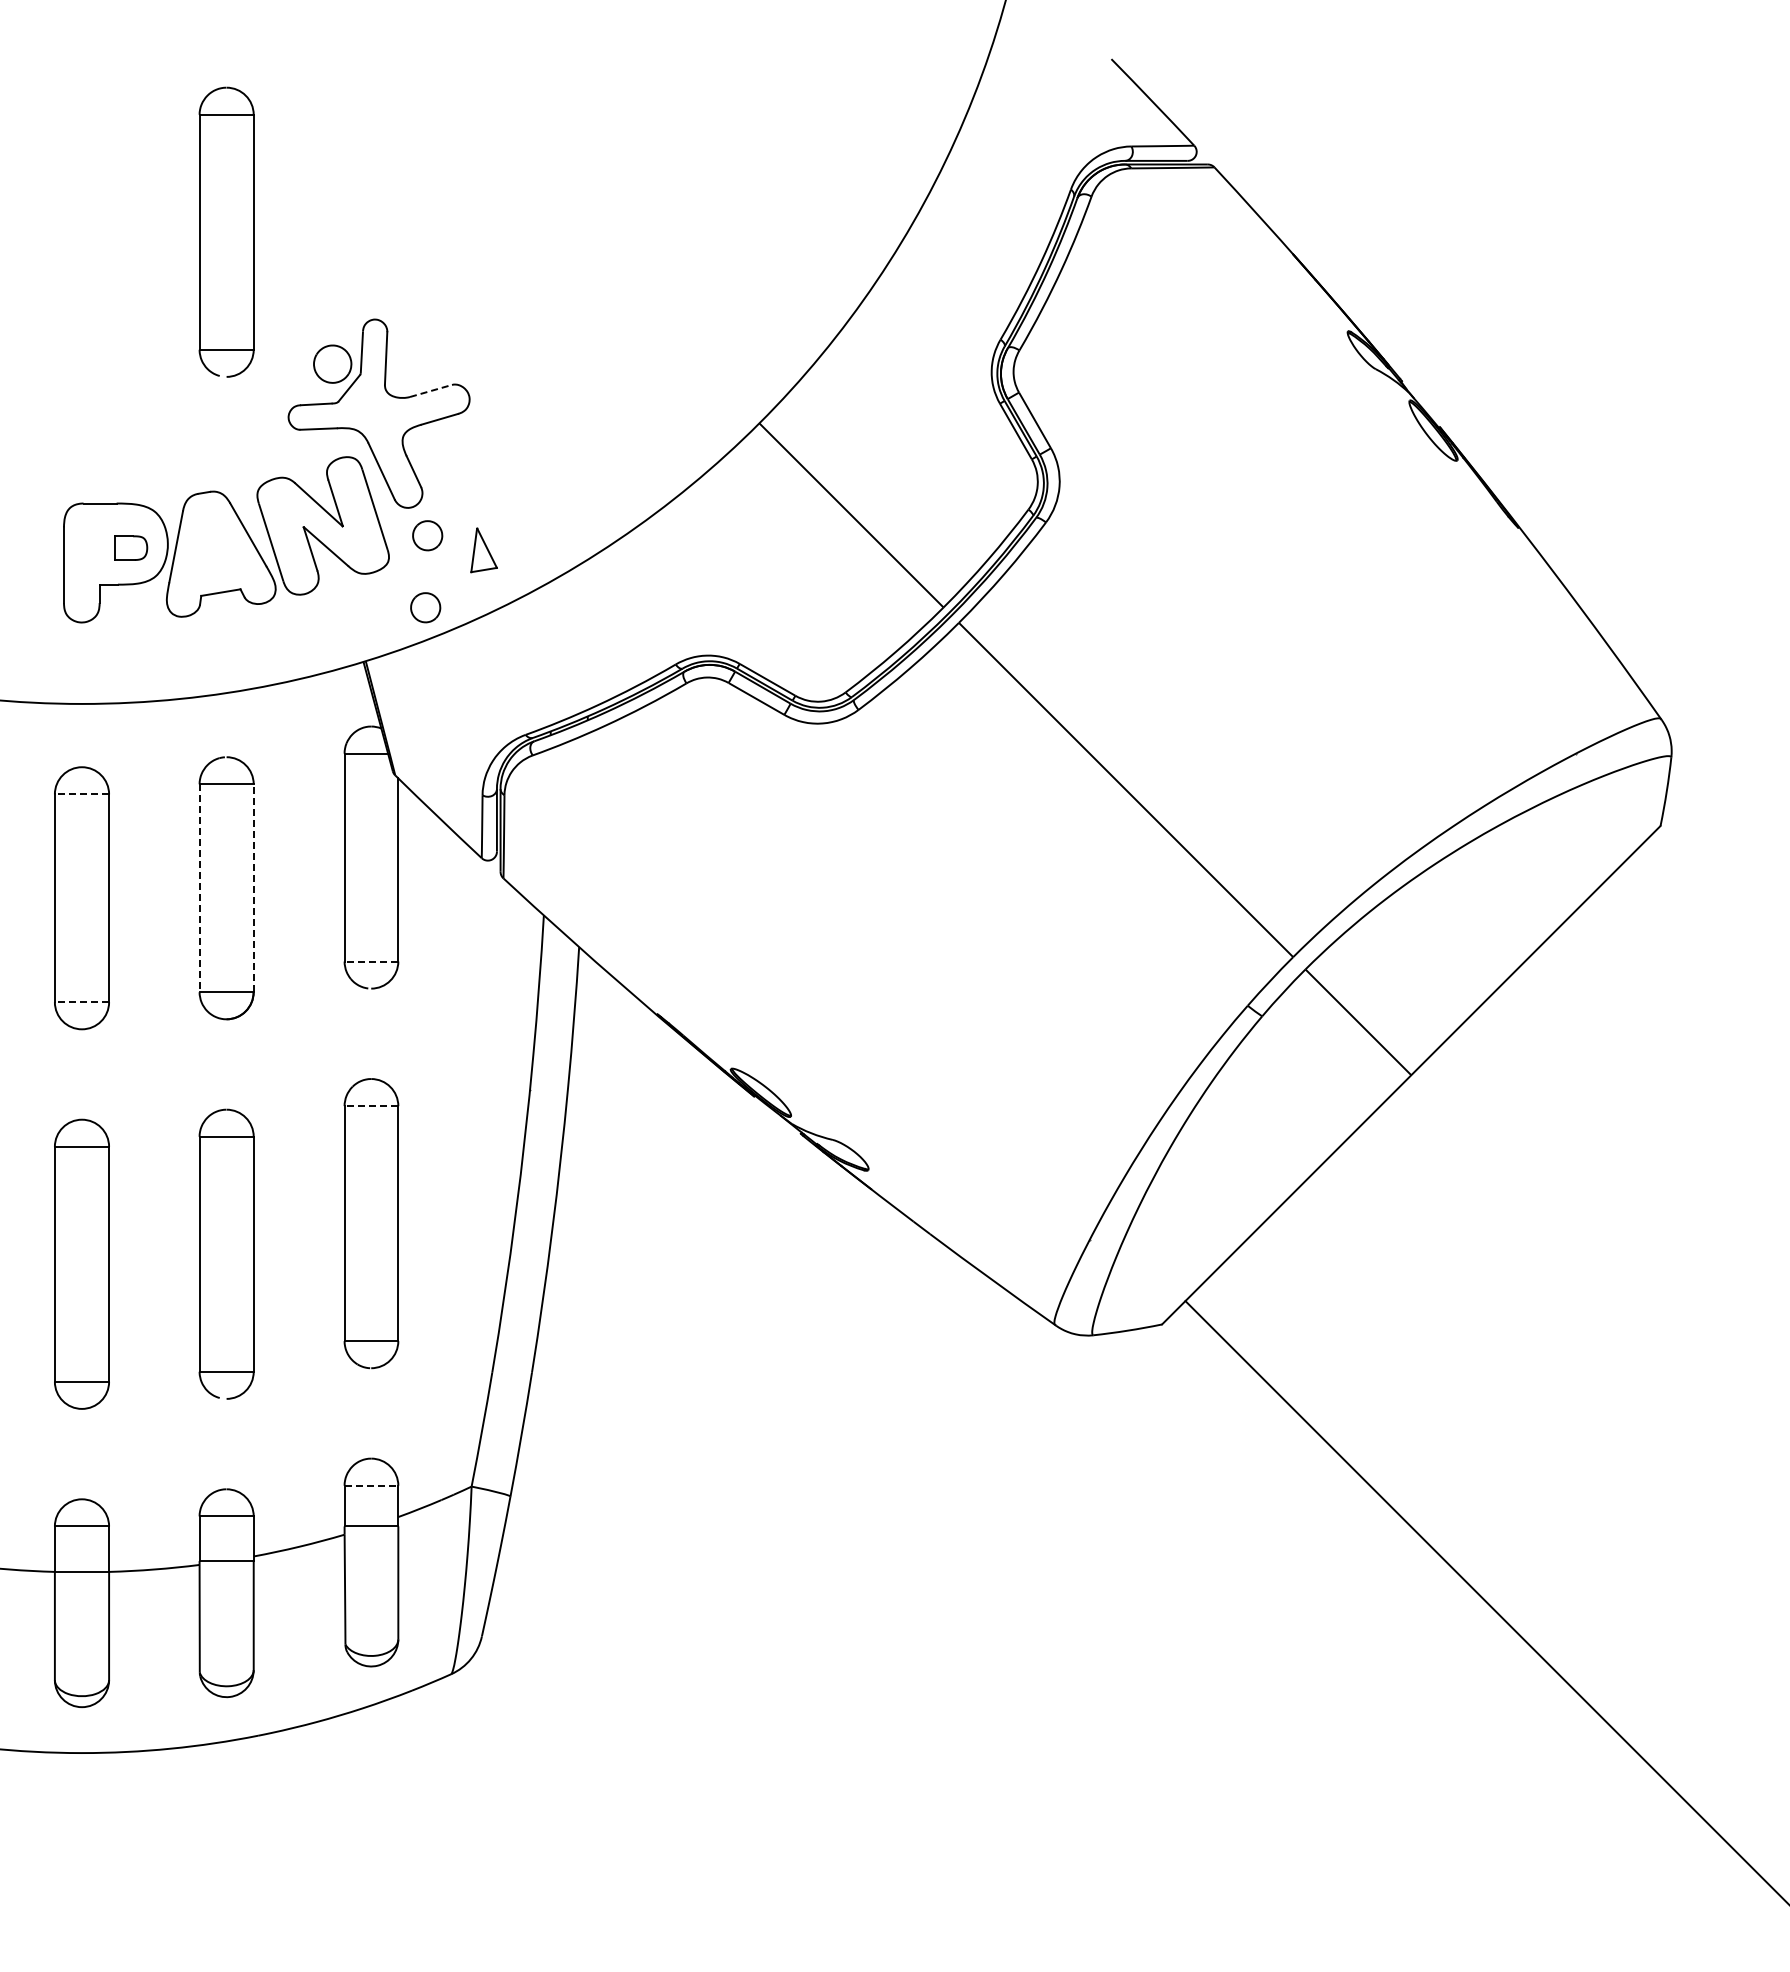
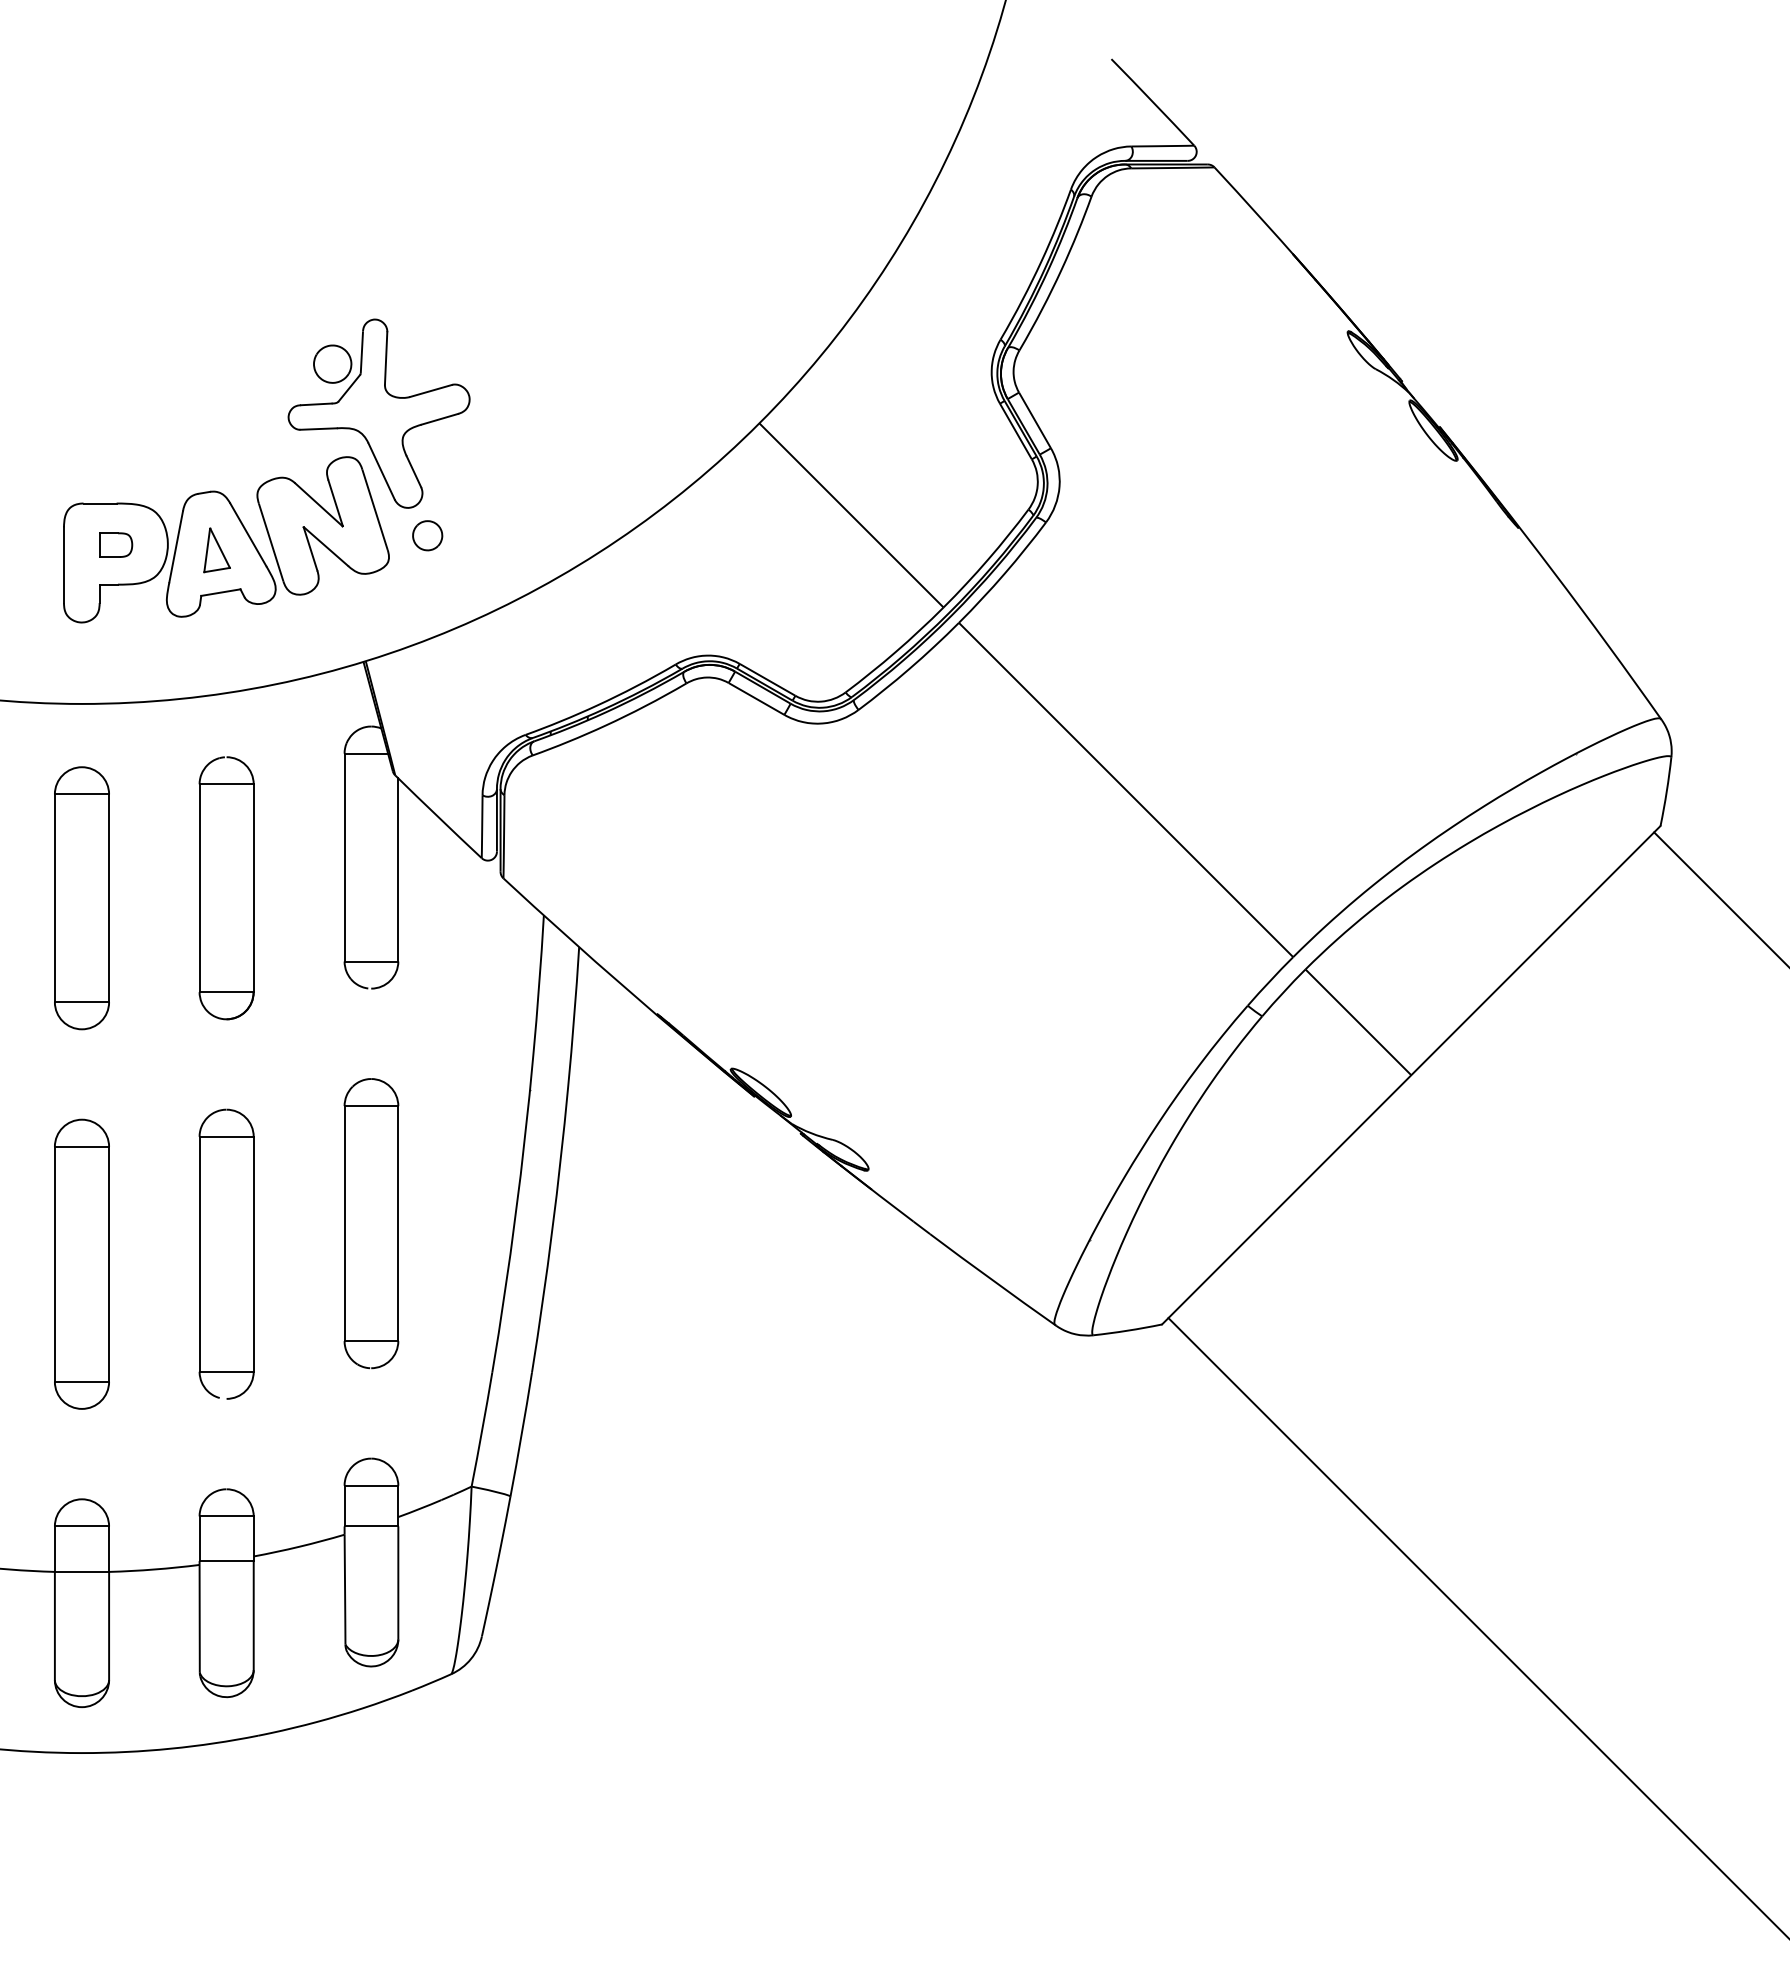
part at (226, 231): present -> none
line at (431, 390): dashed -> solid
part at (131, 547) position: (131, 547) -> (116, 544)
part at (483, 550) position: (483, 550) -> (216, 550)
part at (425, 607): present -> none
line at (81, 794): dashed -> solid
line at (199, 888): dashed -> solid
line at (253, 888): dashed -> solid
line at (1720, 898): none -> present
line at (371, 961): dashed -> solid
line at (81, 1002): dashed -> solid
line at (371, 1106): dashed -> solid
line at (371, 1485): dashed -> solid
line at (1485, 1601) position: (1485, 1601) -> (1477, 1627)
